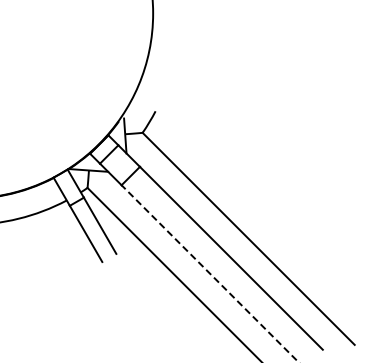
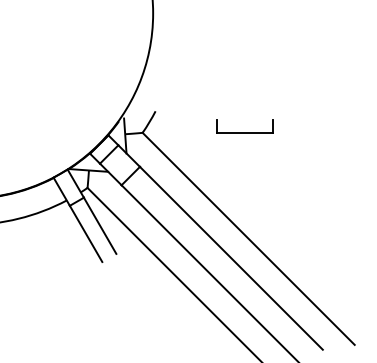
part at (244, 126): none -> present
line at (209, 273): dashed -> solid
